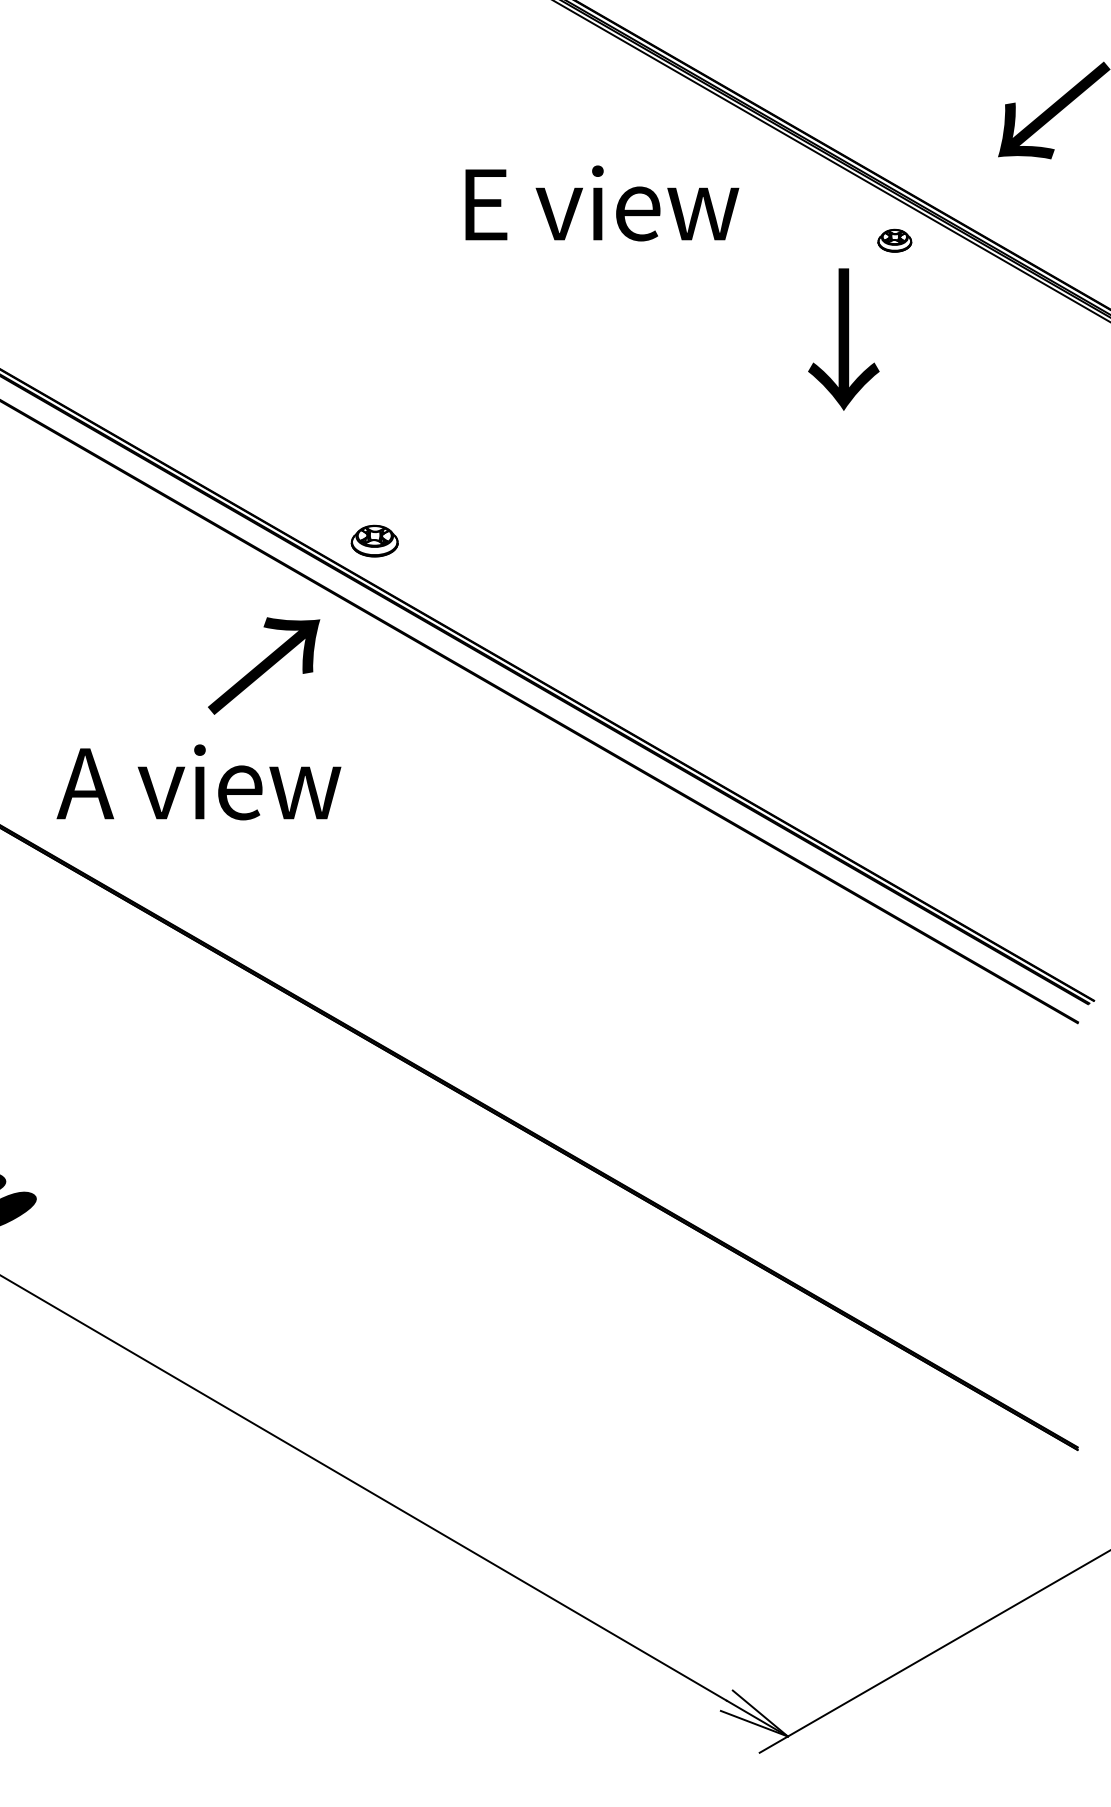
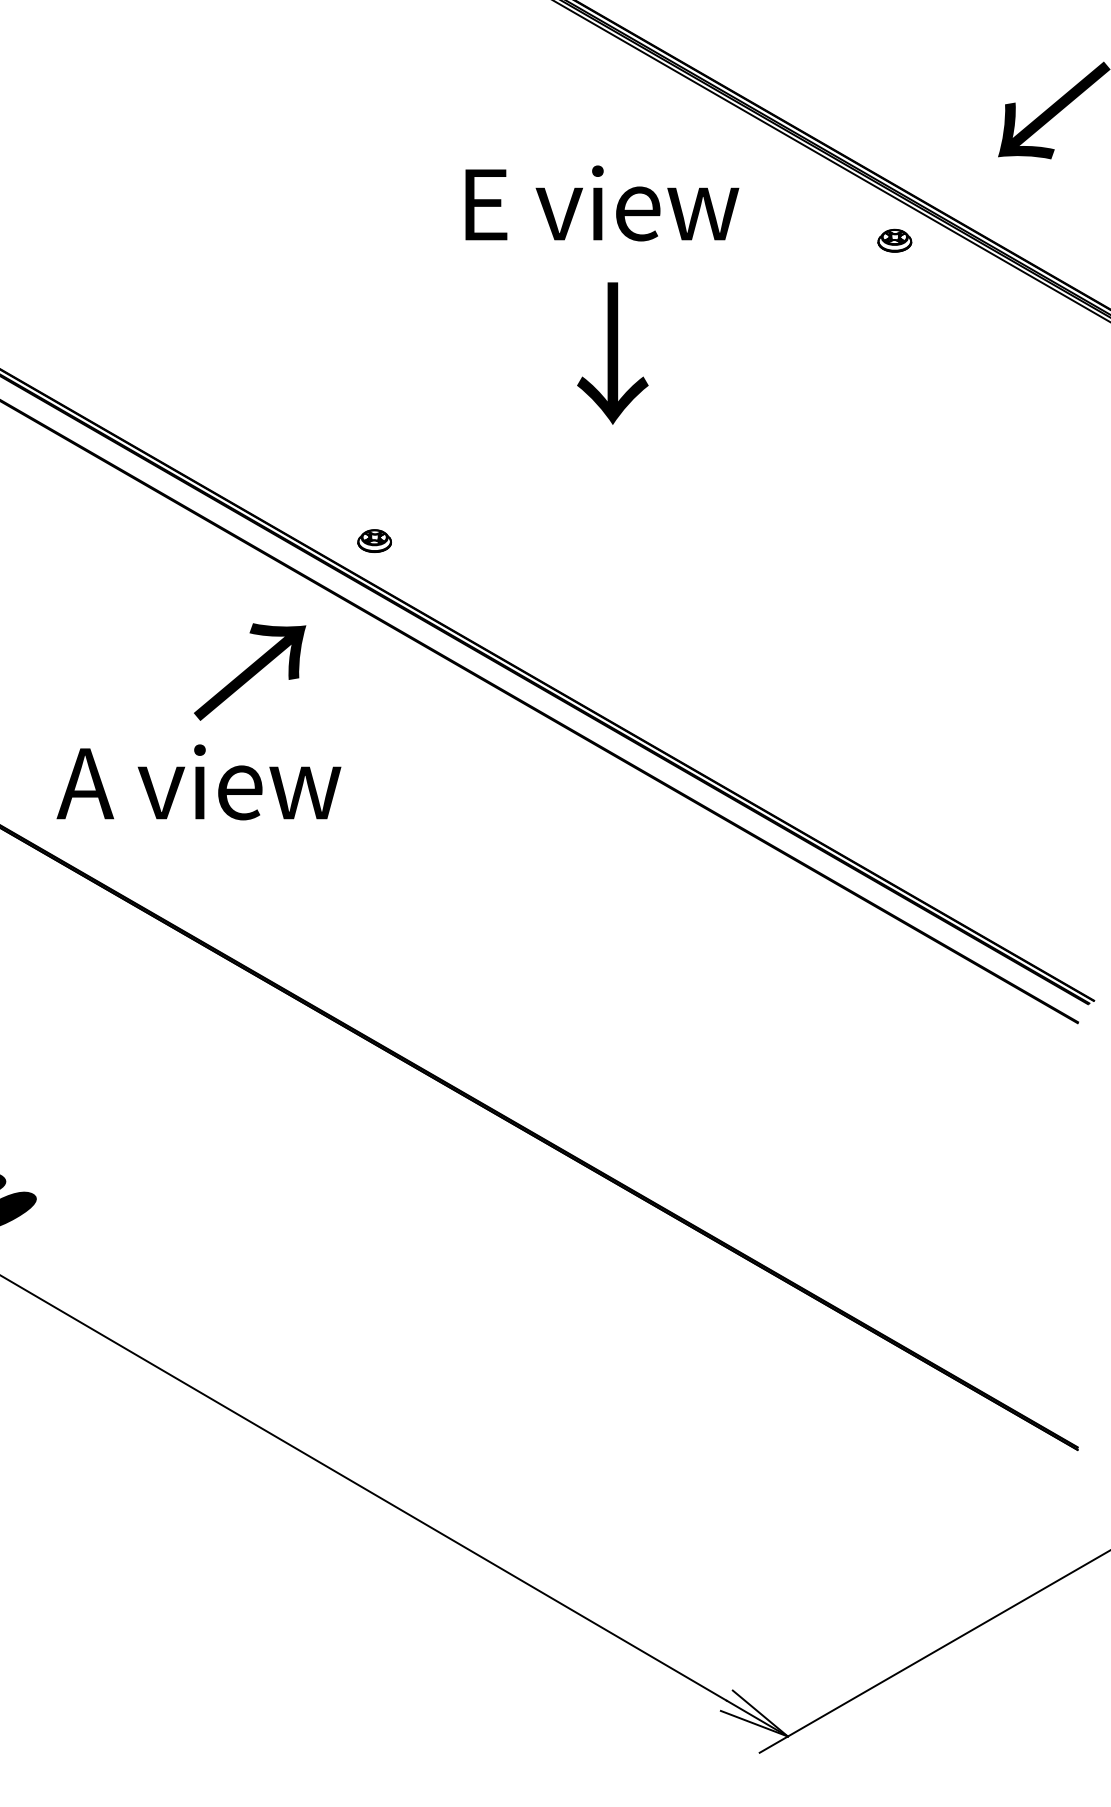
text at (843, 339) position: (843, 339) -> (612, 353)
part at (374, 540) size: 49x34 px -> 35x24 px
text at (264, 665) position: (264, 665) -> (250, 671)
